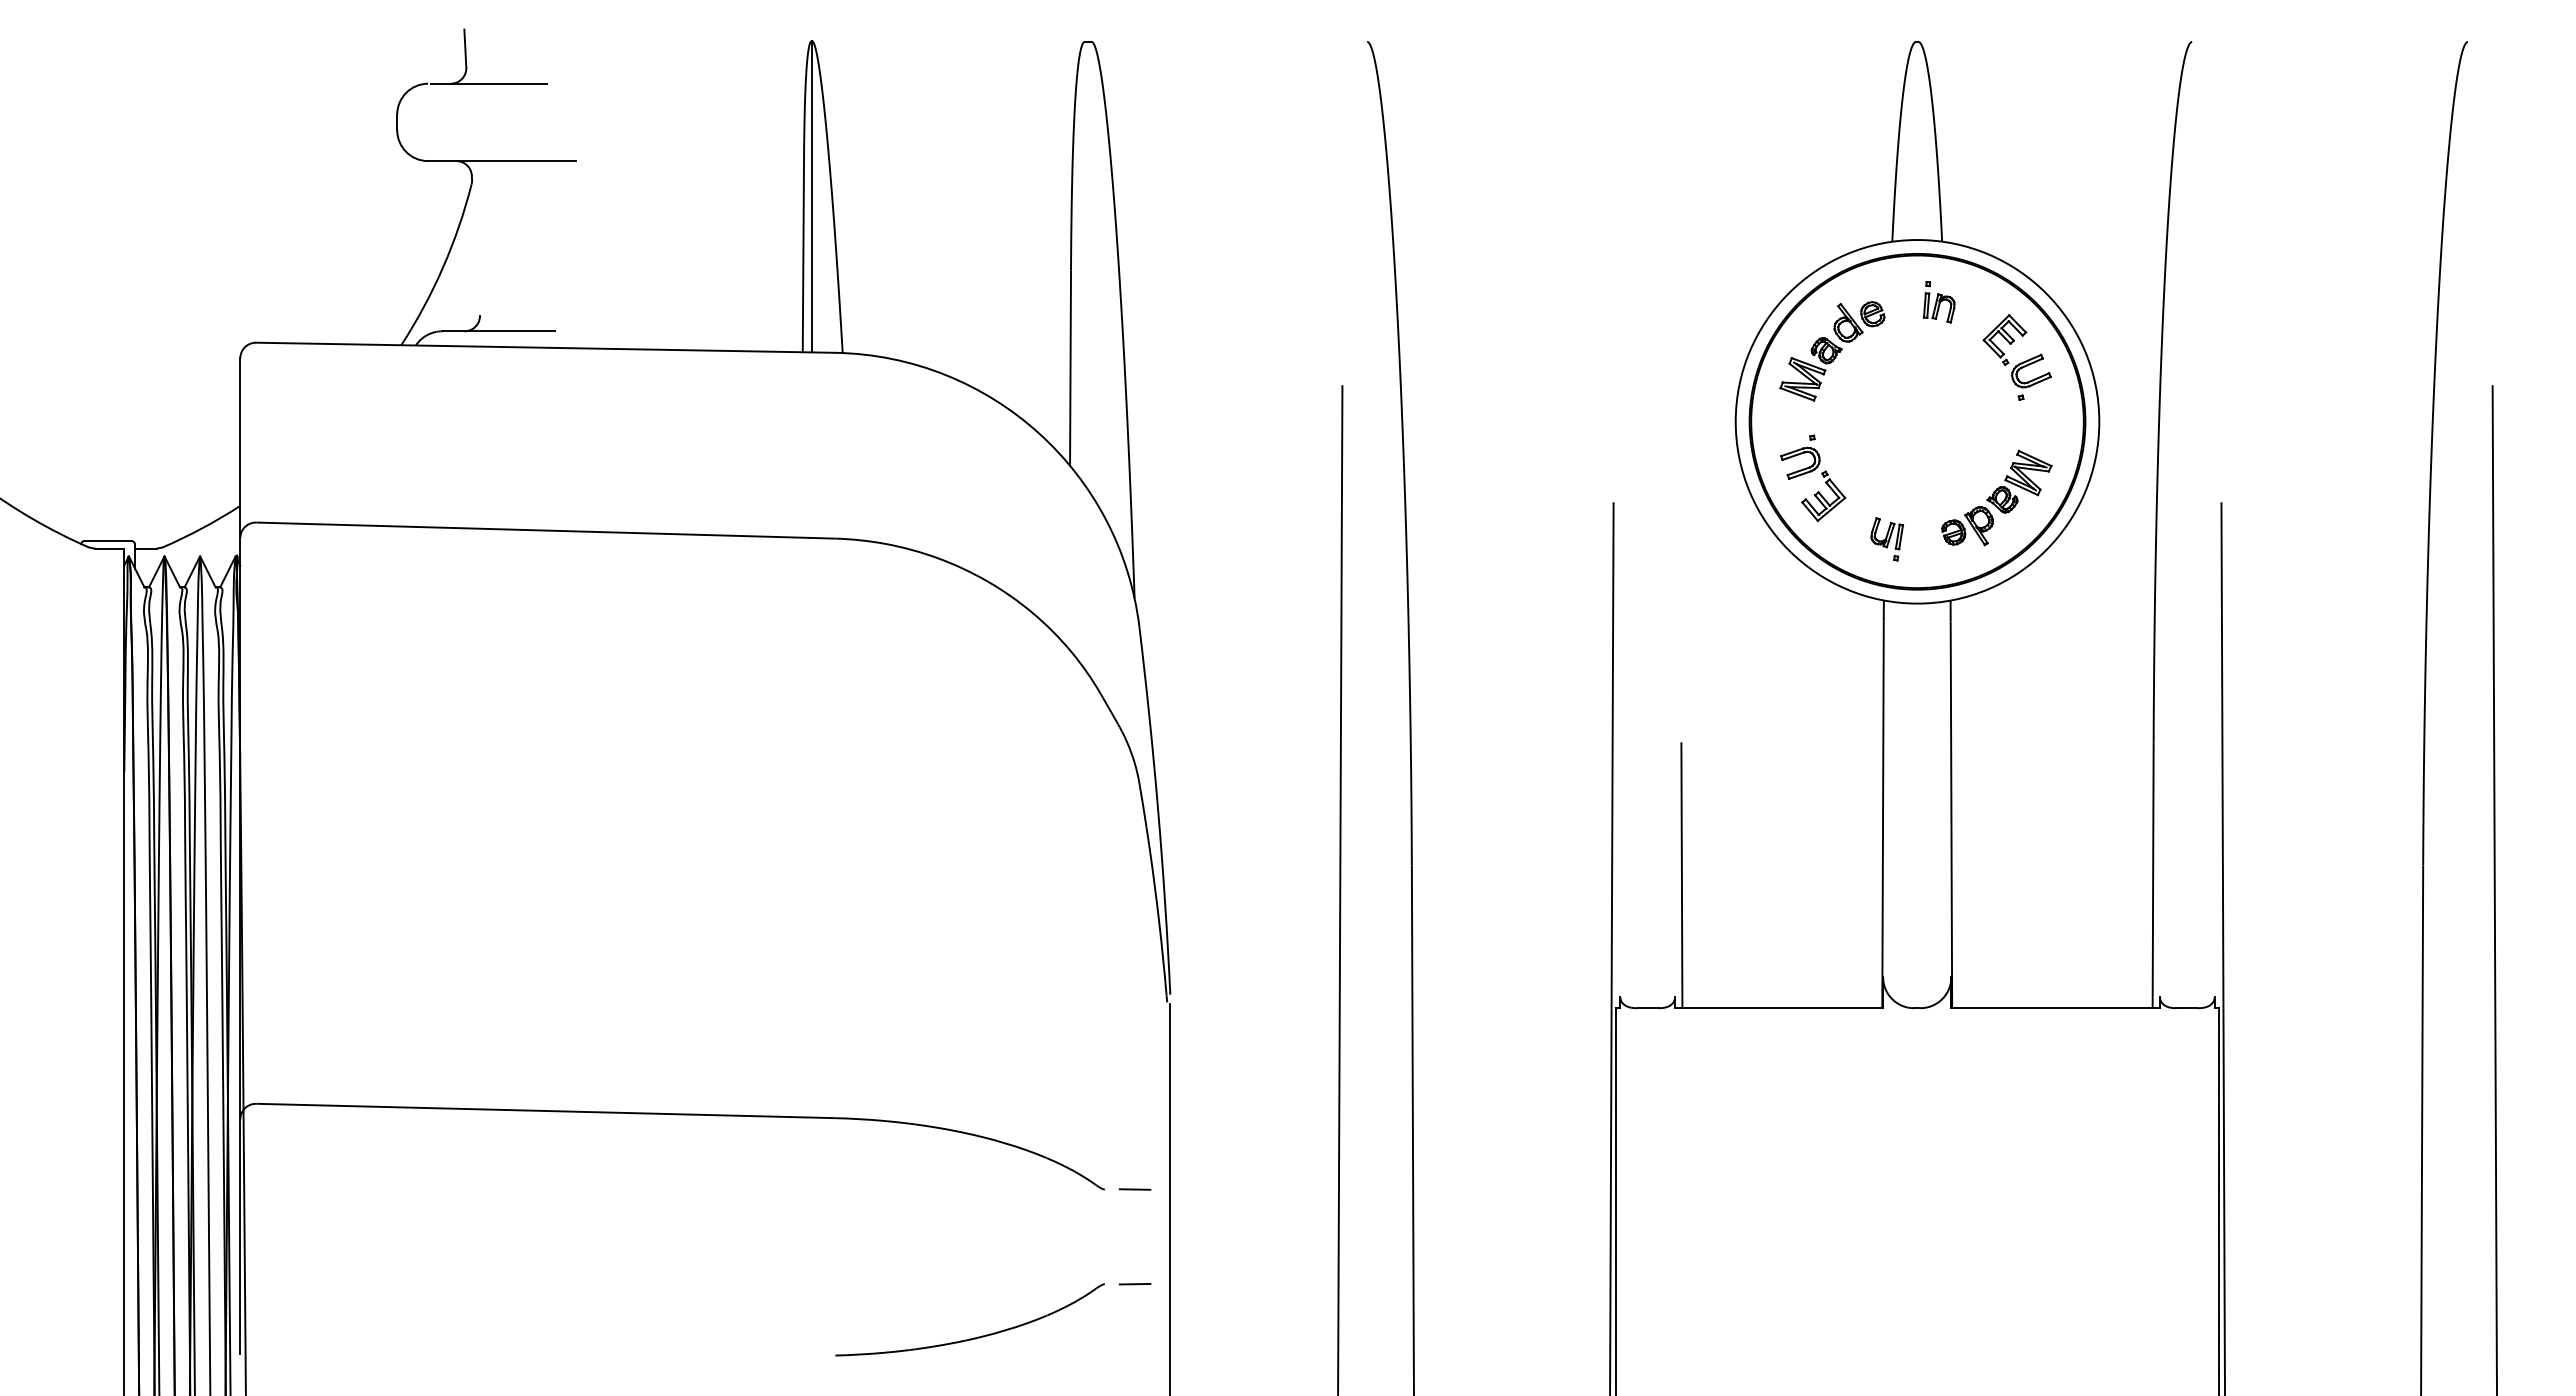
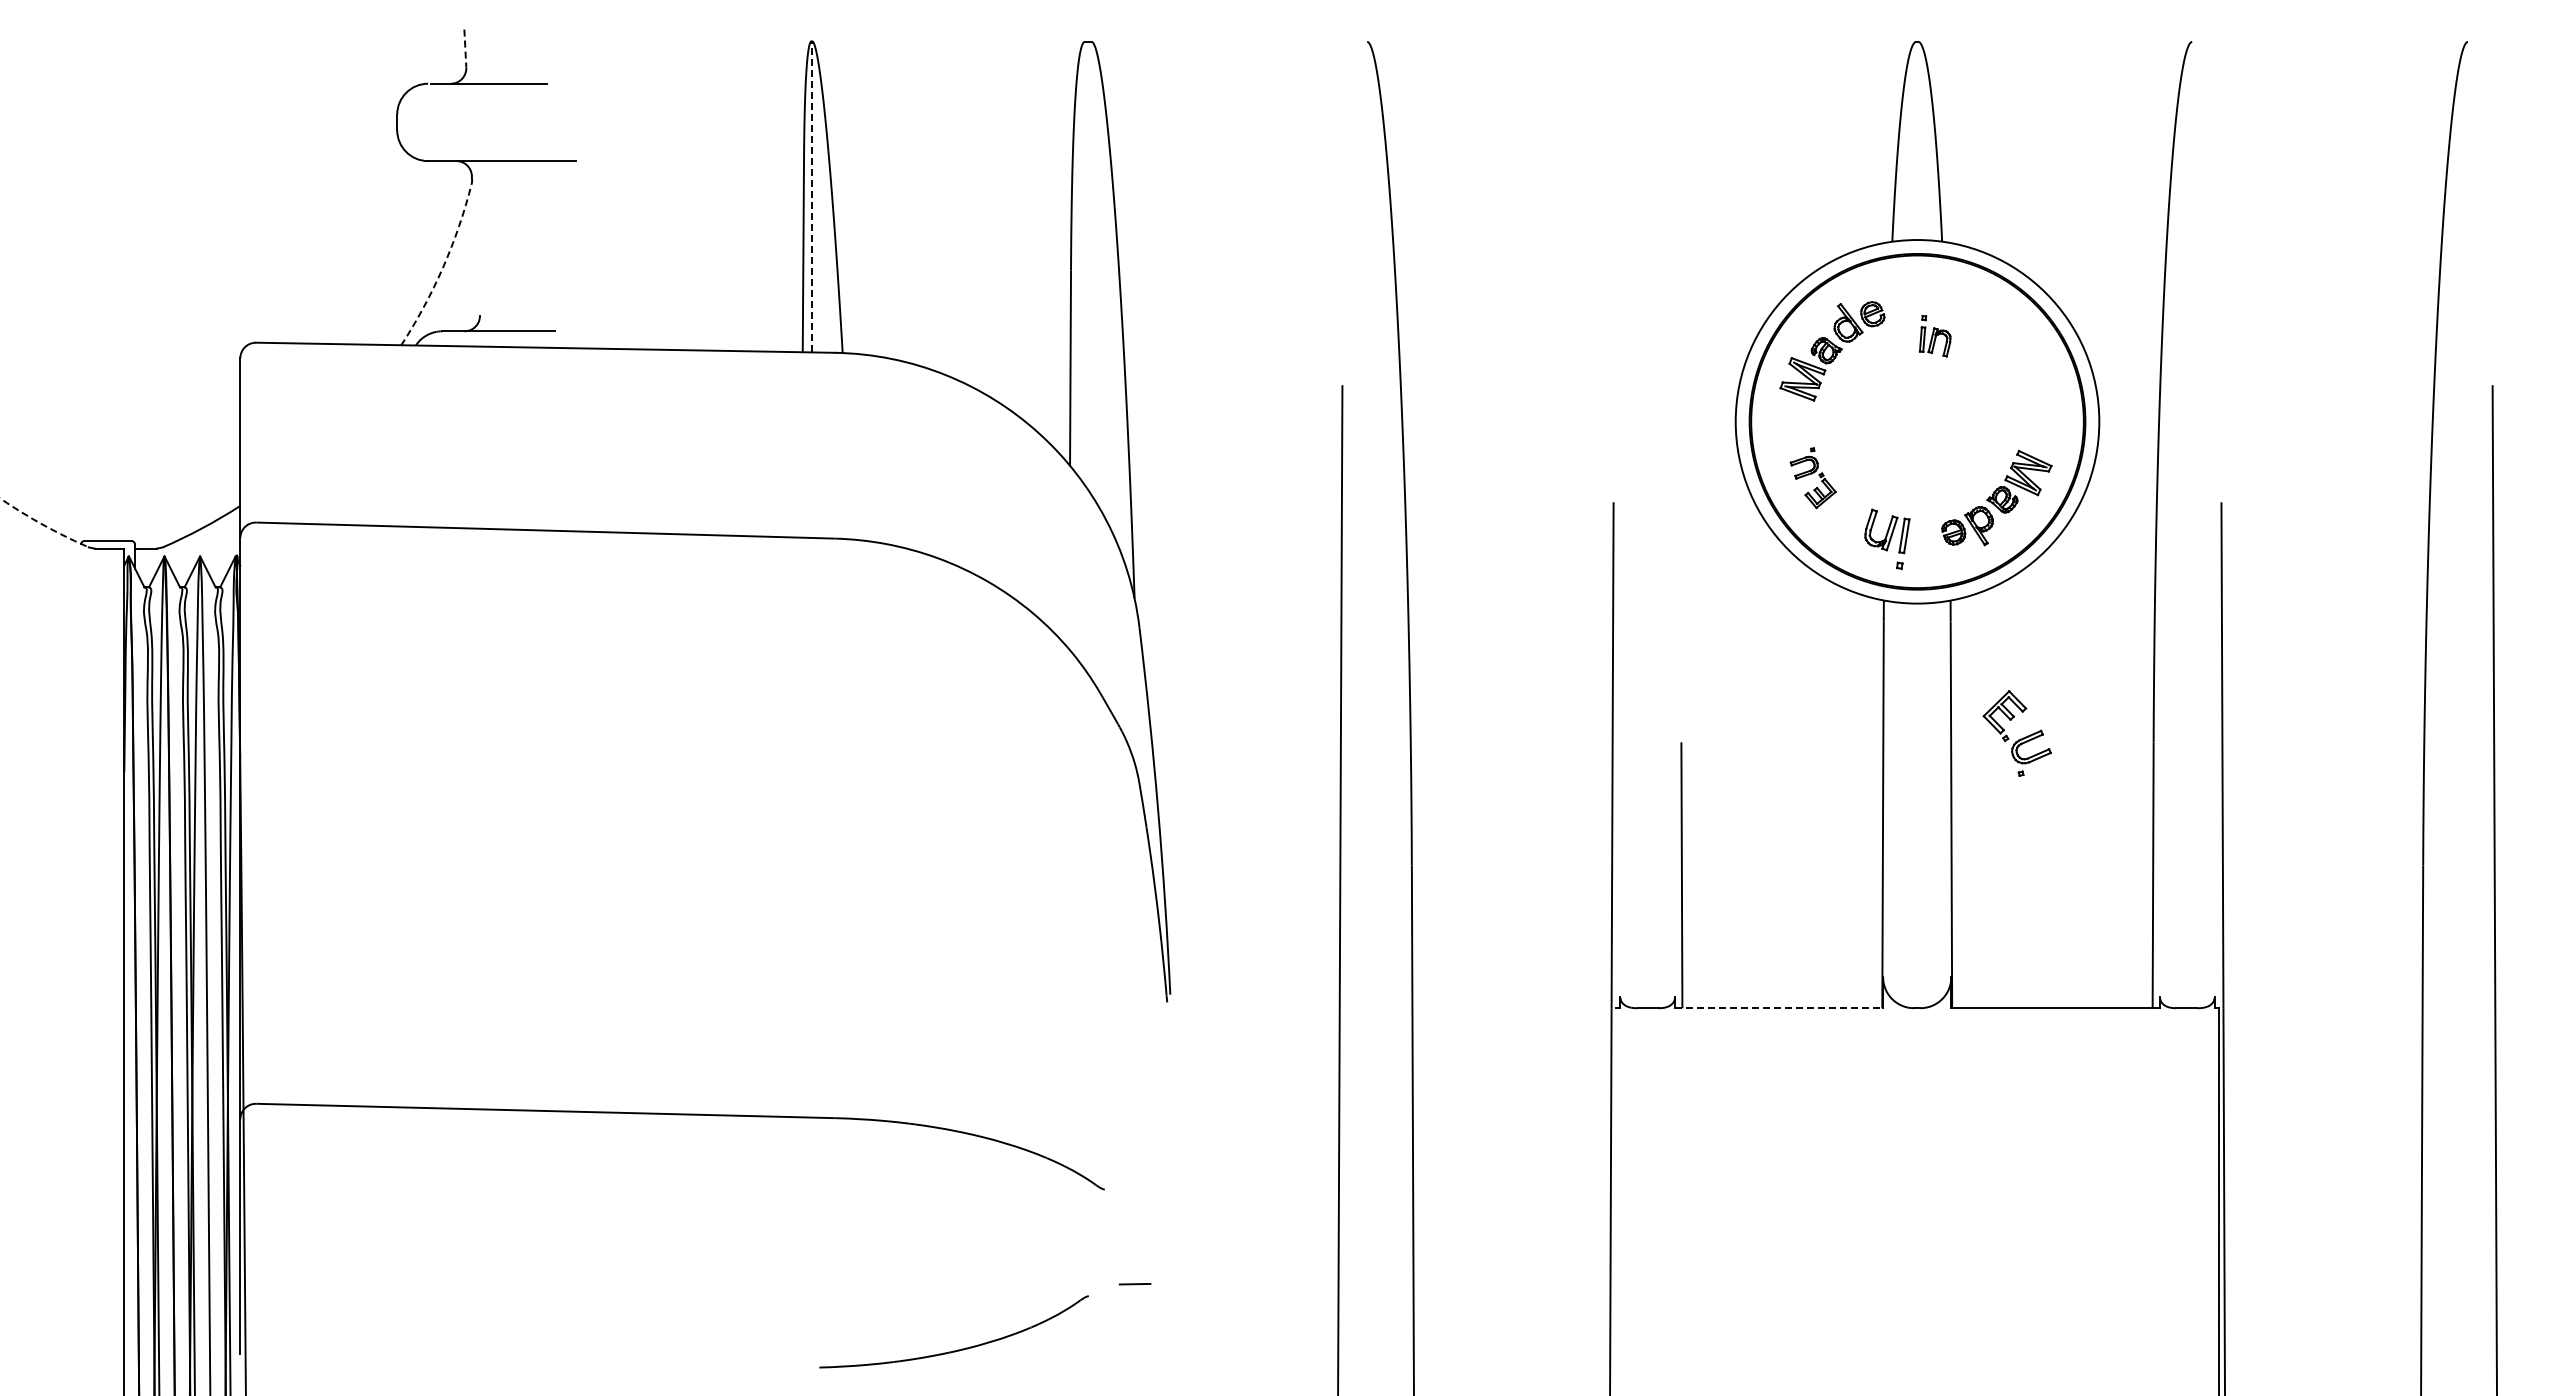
line at (465, 48): solid -> dashed
line at (812, 196): solid -> dashed
arc at (442, 267): solid -> dashed
part at (1938, 302) position: (1938, 302) -> (1934, 336)
part at (2018, 363) position: (2018, 363) -> (2018, 739)
part at (1813, 477) size: 67x88 px -> 48x63 px
arc at (43, 524): solid -> dashed
part at (1886, 539) size: 34x45 px -> 47x62 px
line at (1779, 1008): solid -> dashed
line at (1134, 1189): present -> none
line at (1170, 1198): present -> none
line at (1615, 1200): present -> none
part at (973, 1337) position: (973, 1337) -> (957, 1349)
